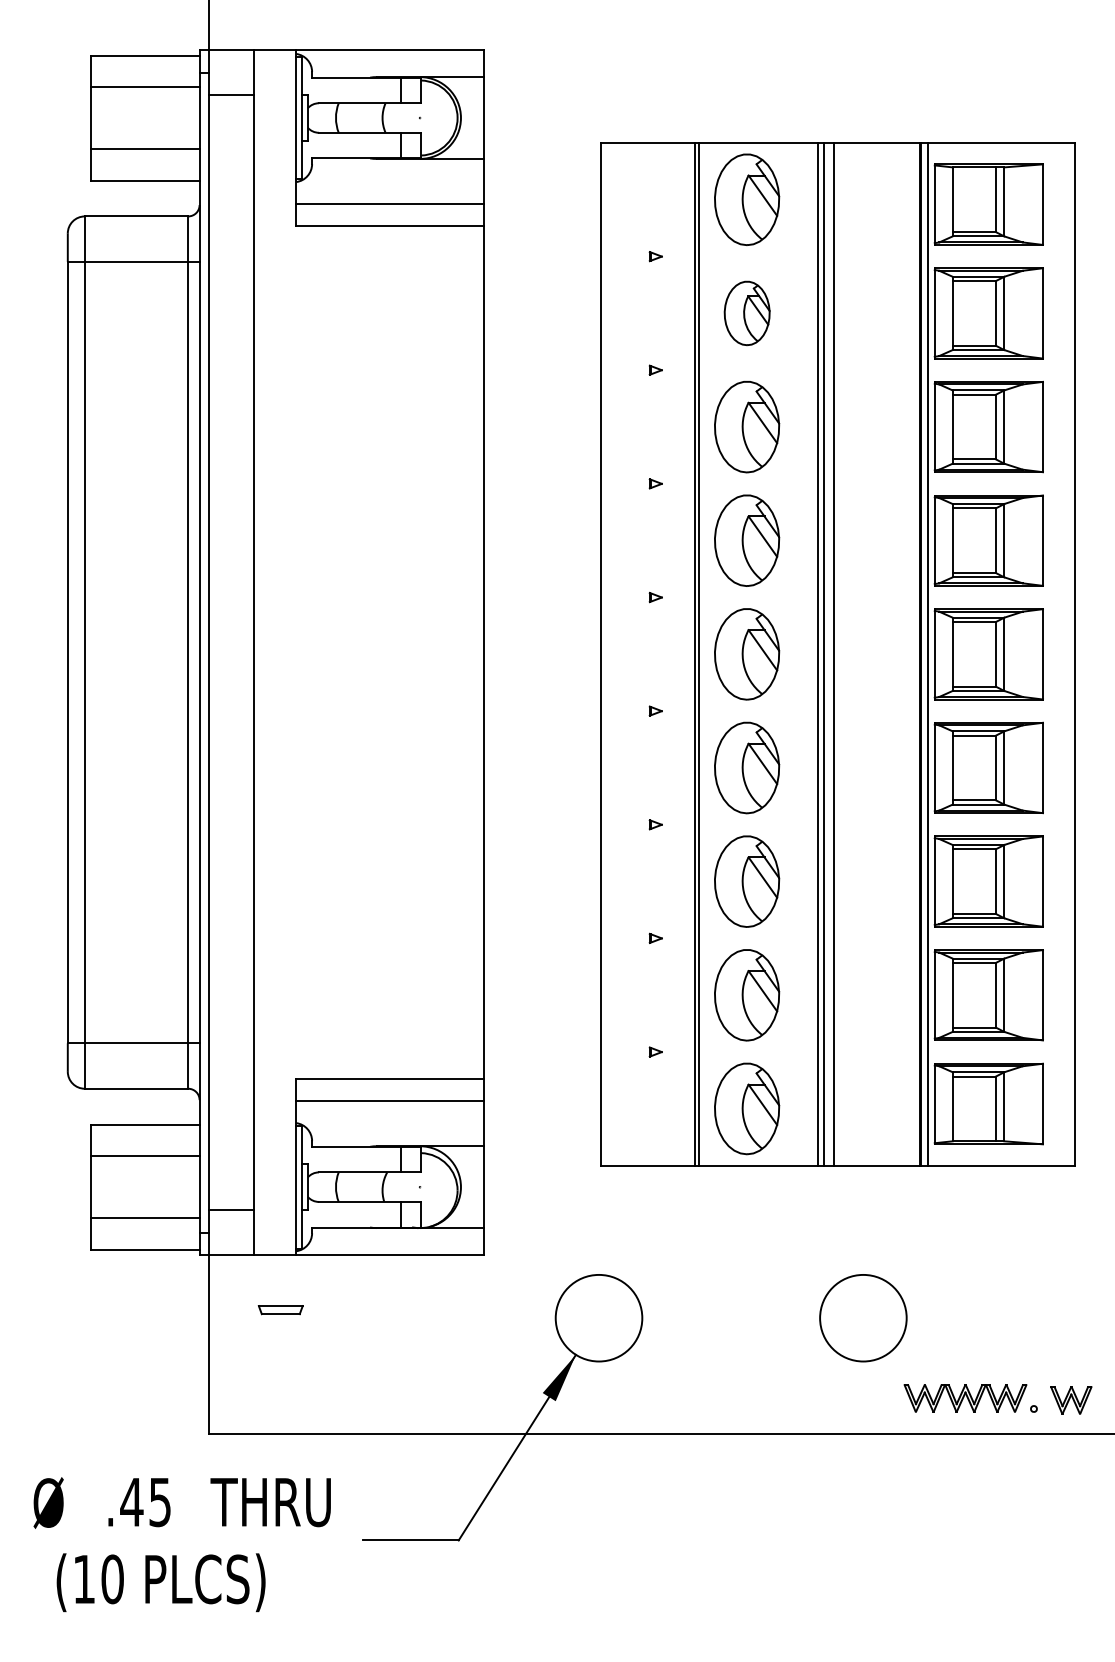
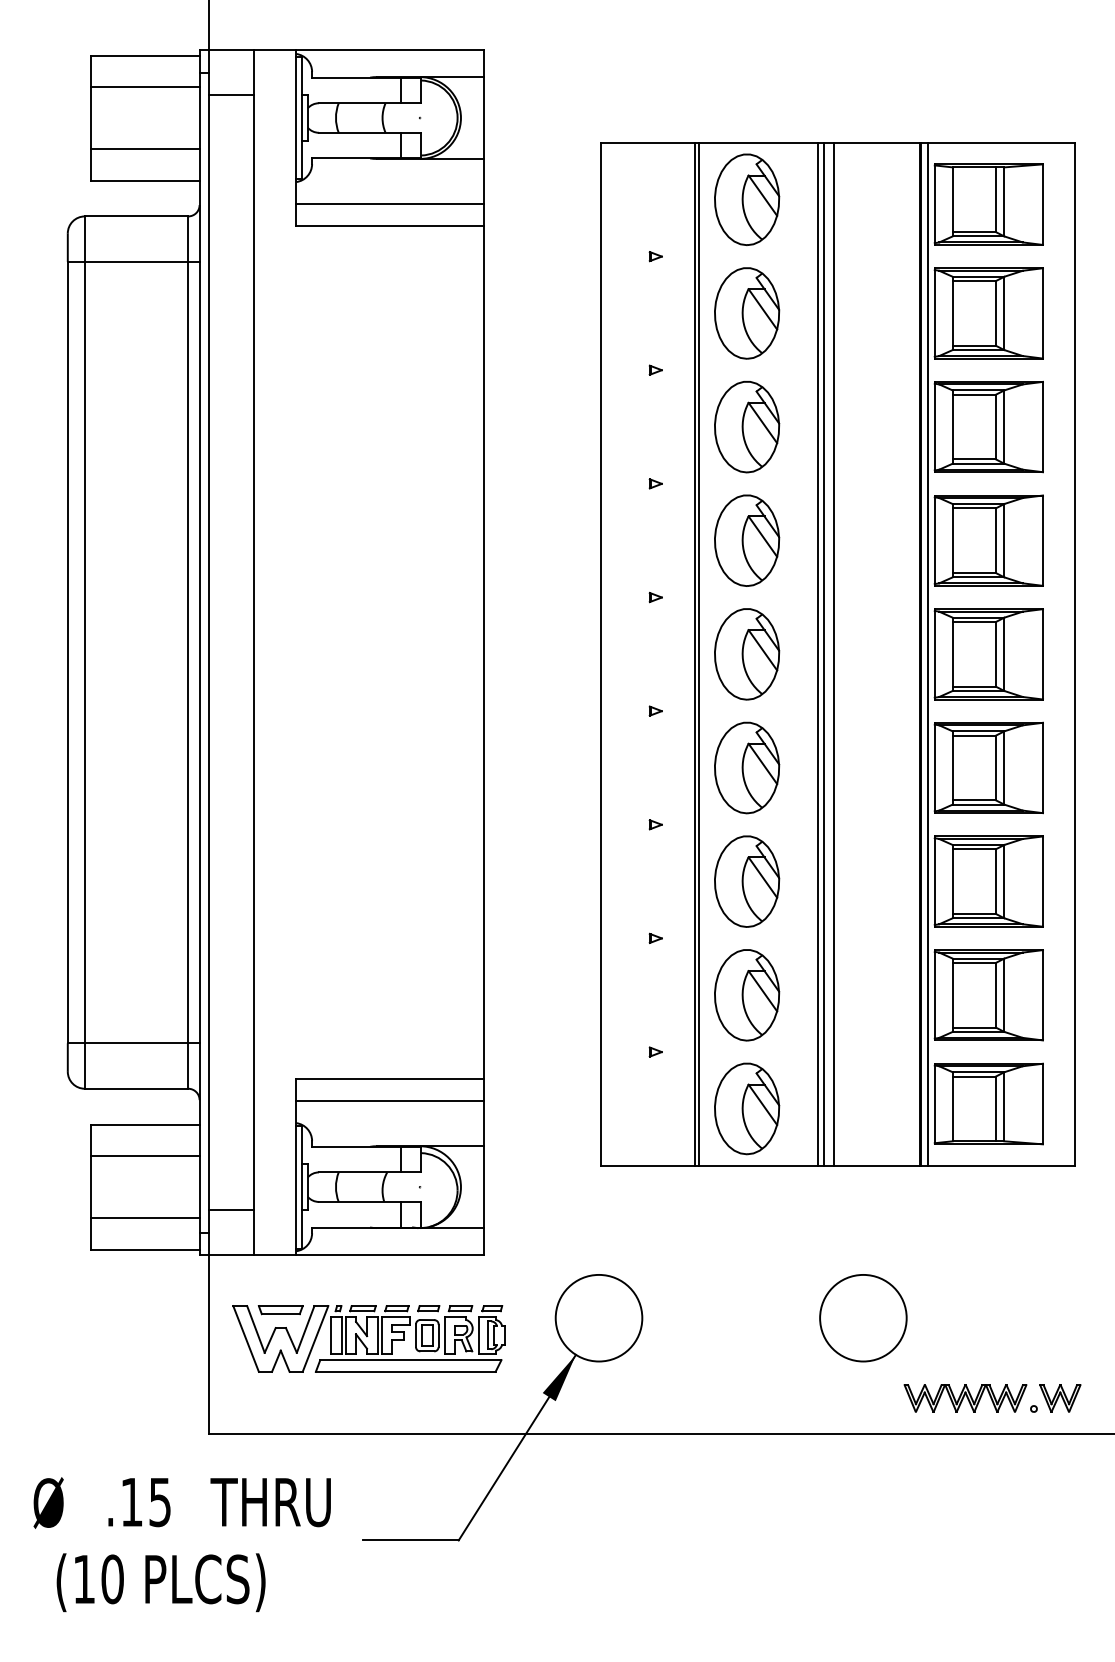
part at (746, 313) size: 48x67 px -> 67x93 px
part at (368, 1338): none -> present
part at (1071, 1400) position: (1071, 1400) -> (1060, 1398)
text at (131, 1502): .45 -> .15
